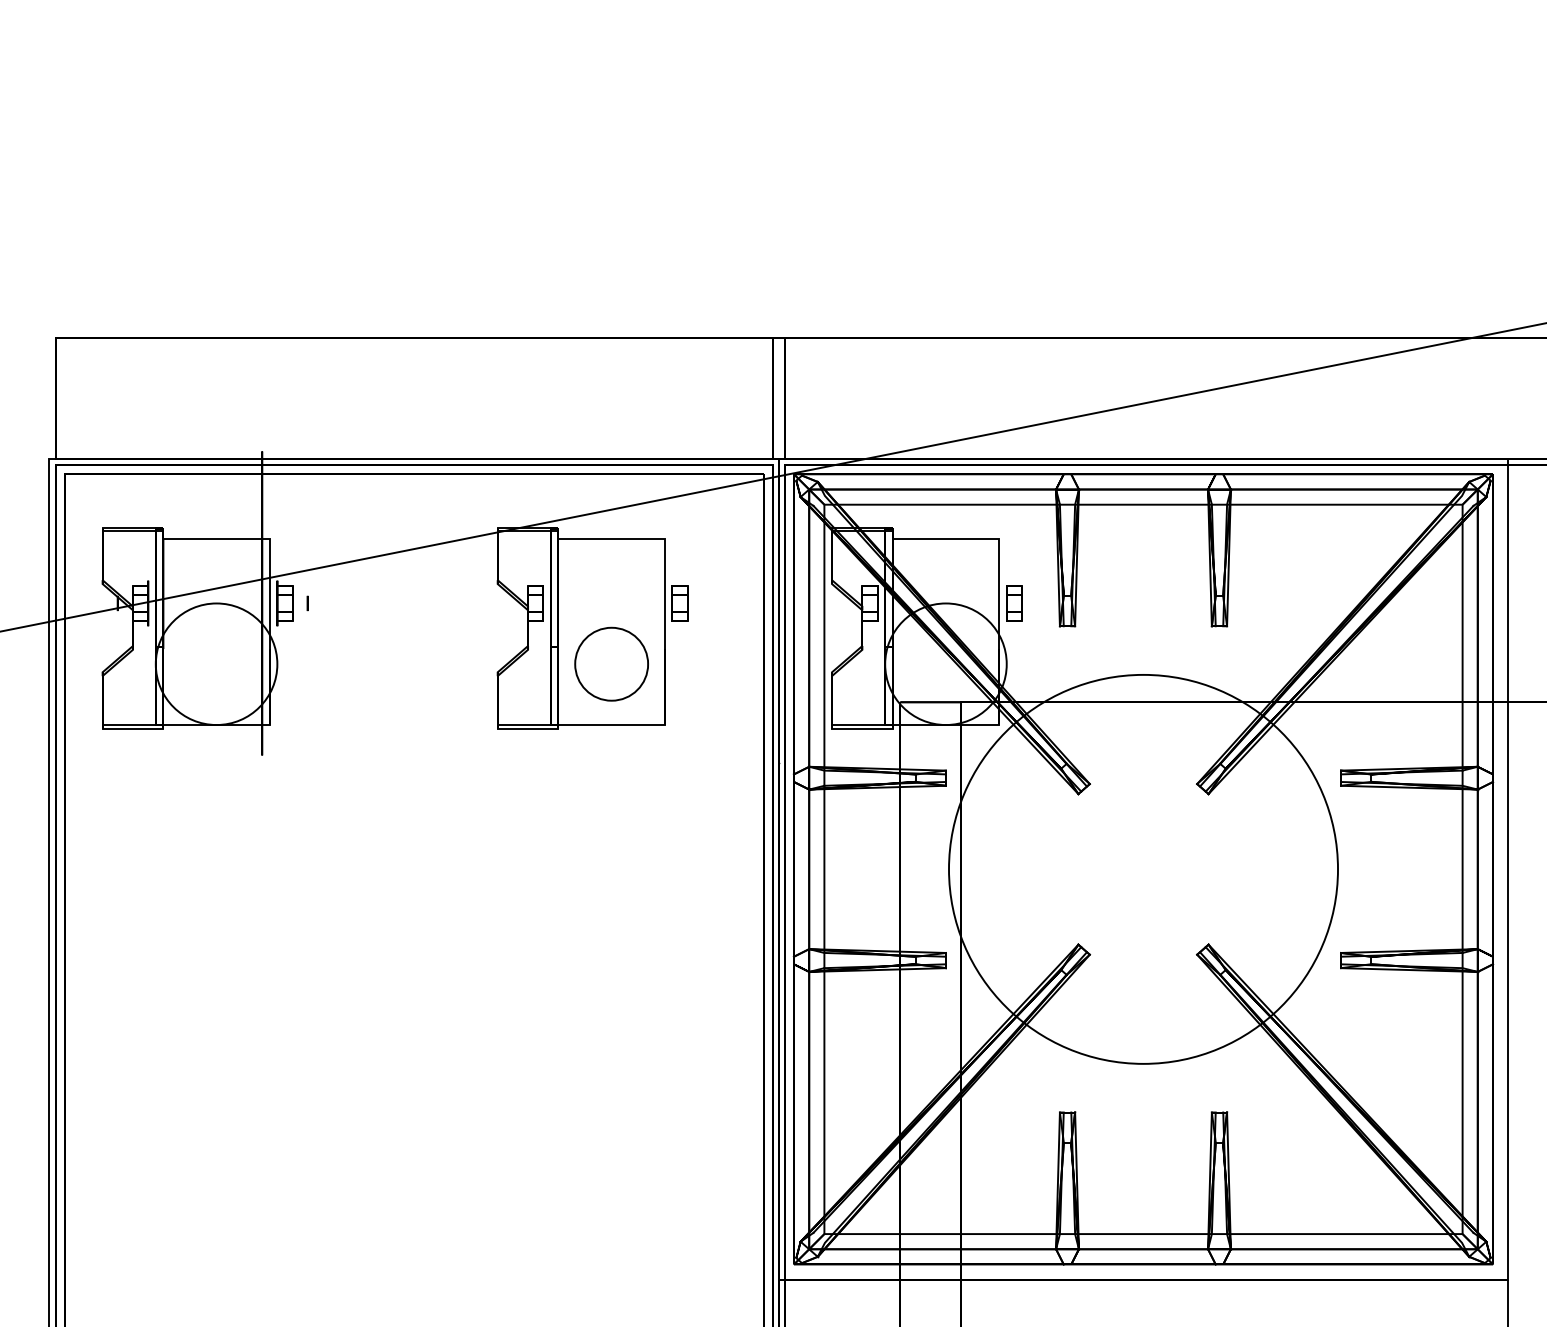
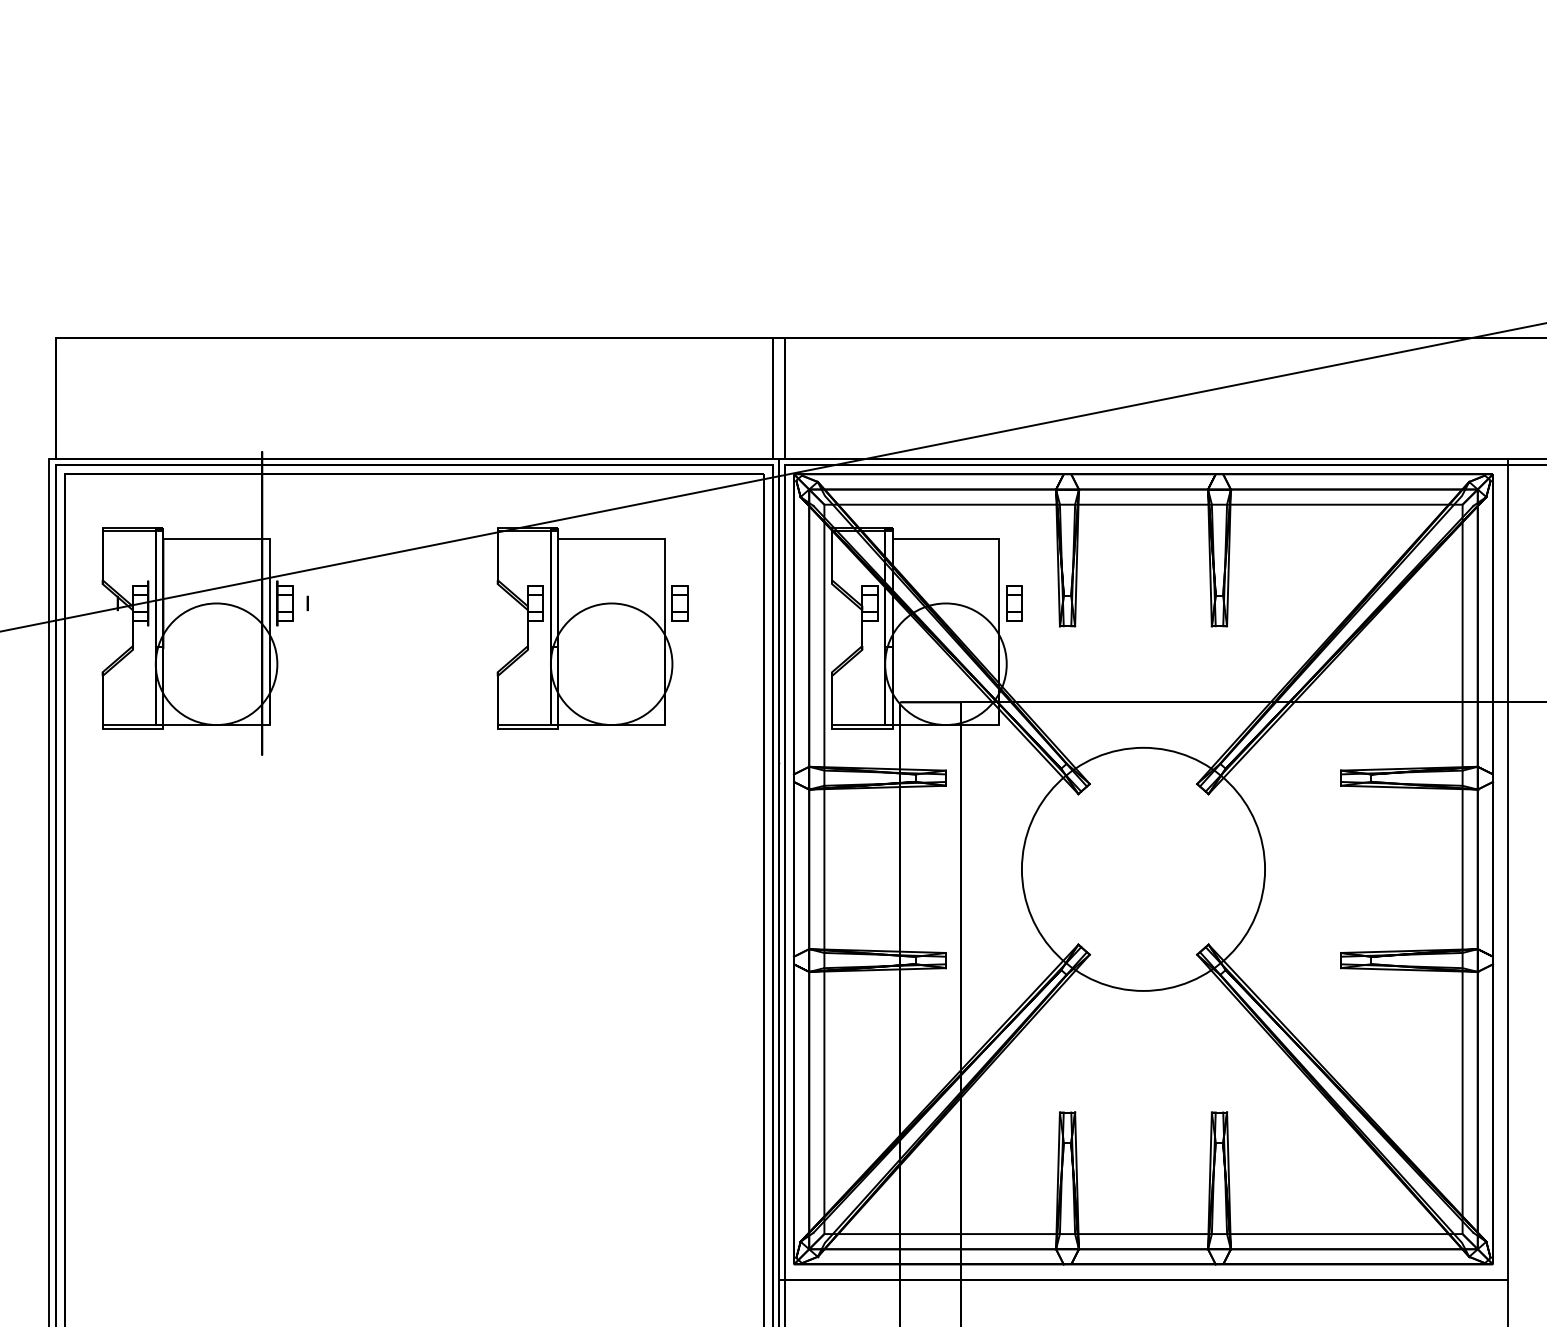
circle at (611, 663) diameter: 73 px -> 122 px
circle at (1143, 868) diameter: 389 px -> 243 px
